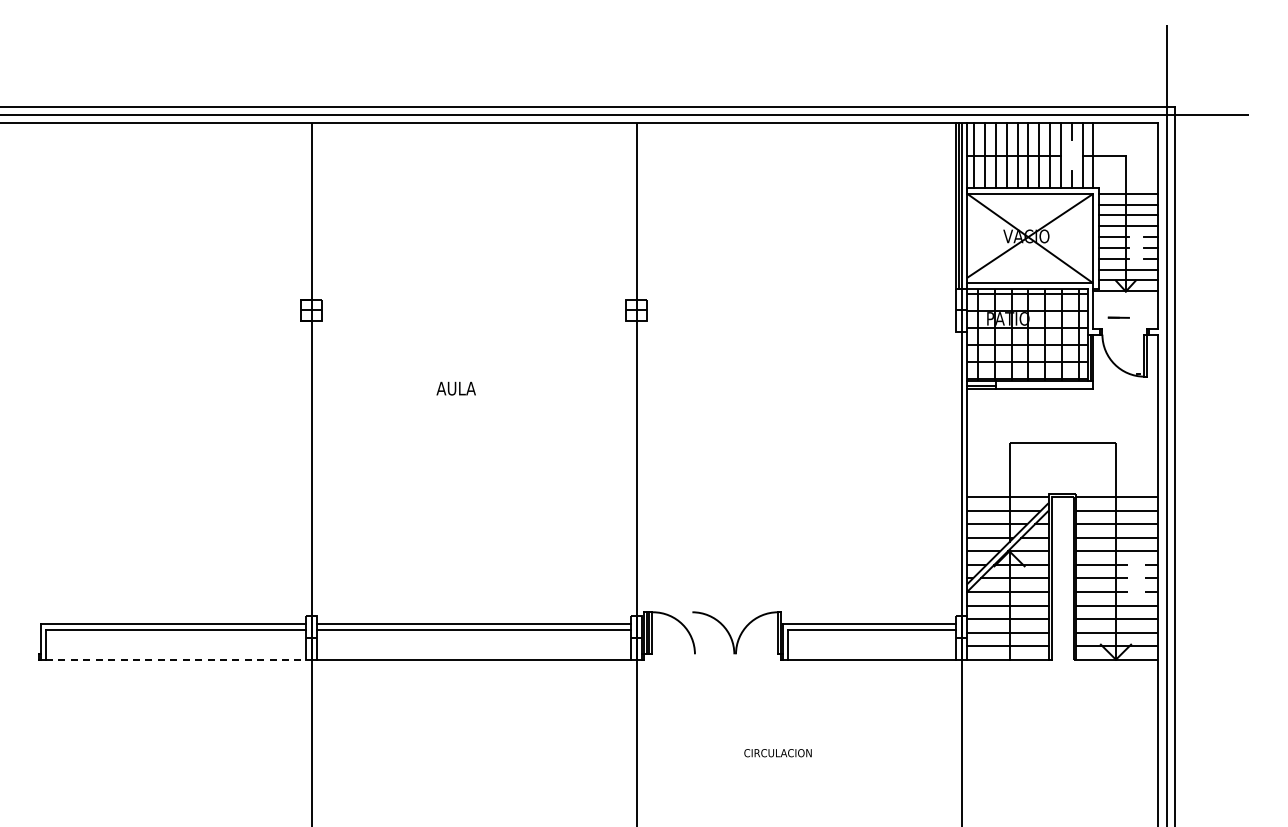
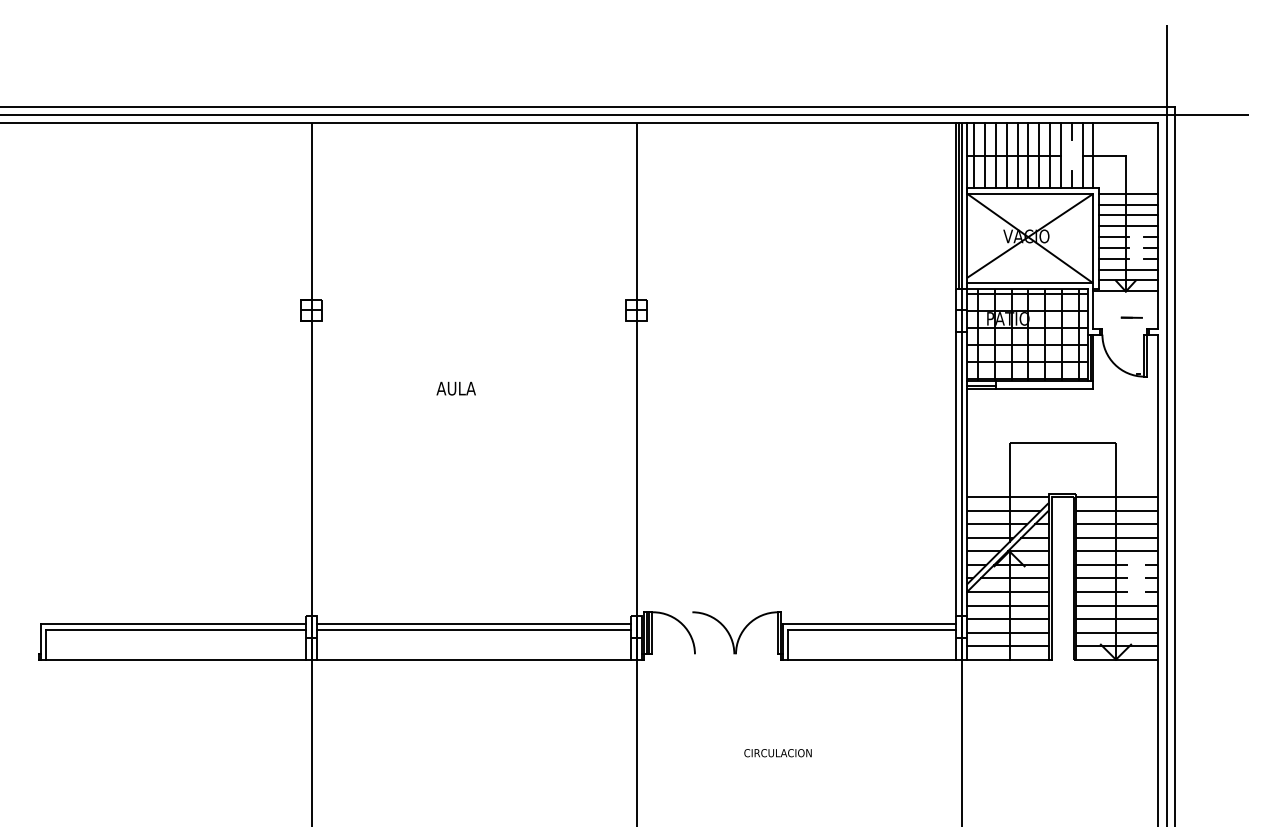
line at (1118, 317) position: (1118, 317) -> (1131, 317)
line at (956, 474): none -> present
line at (176, 659): dashed -> solid
